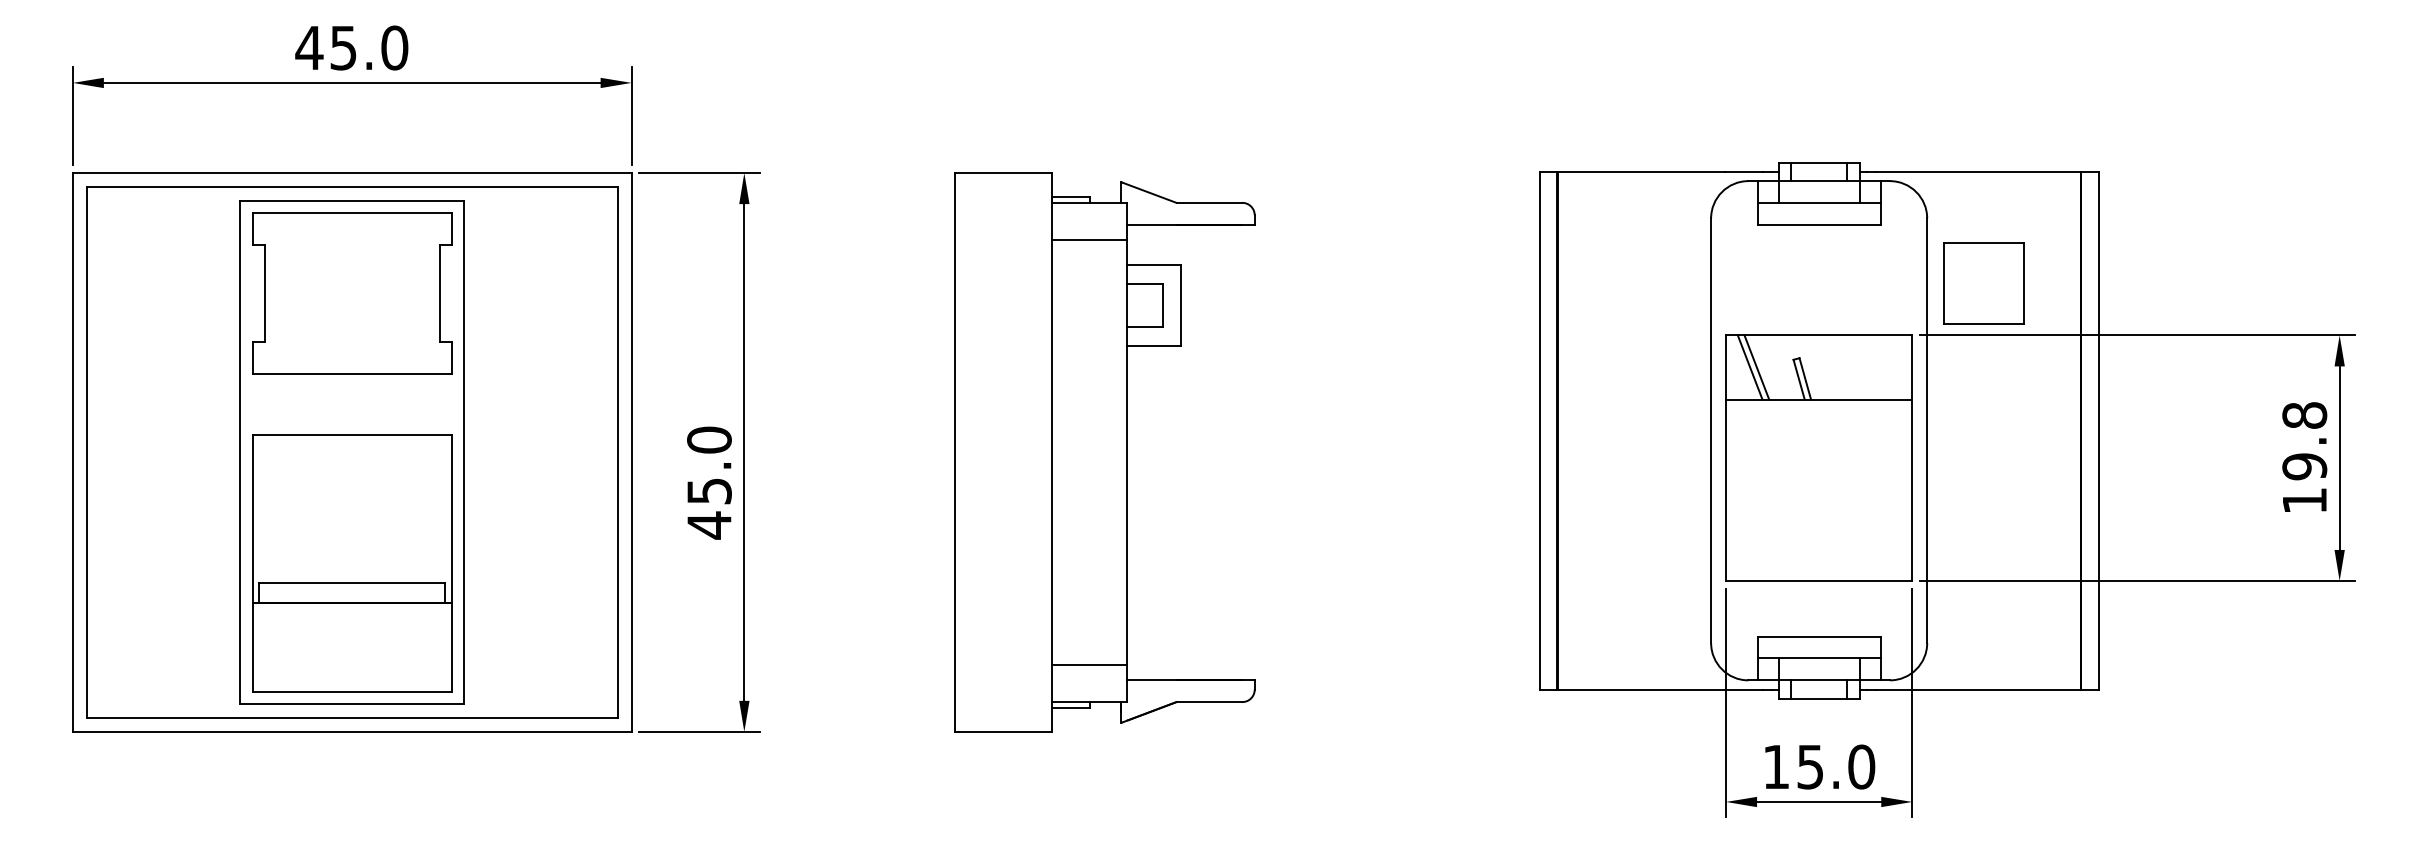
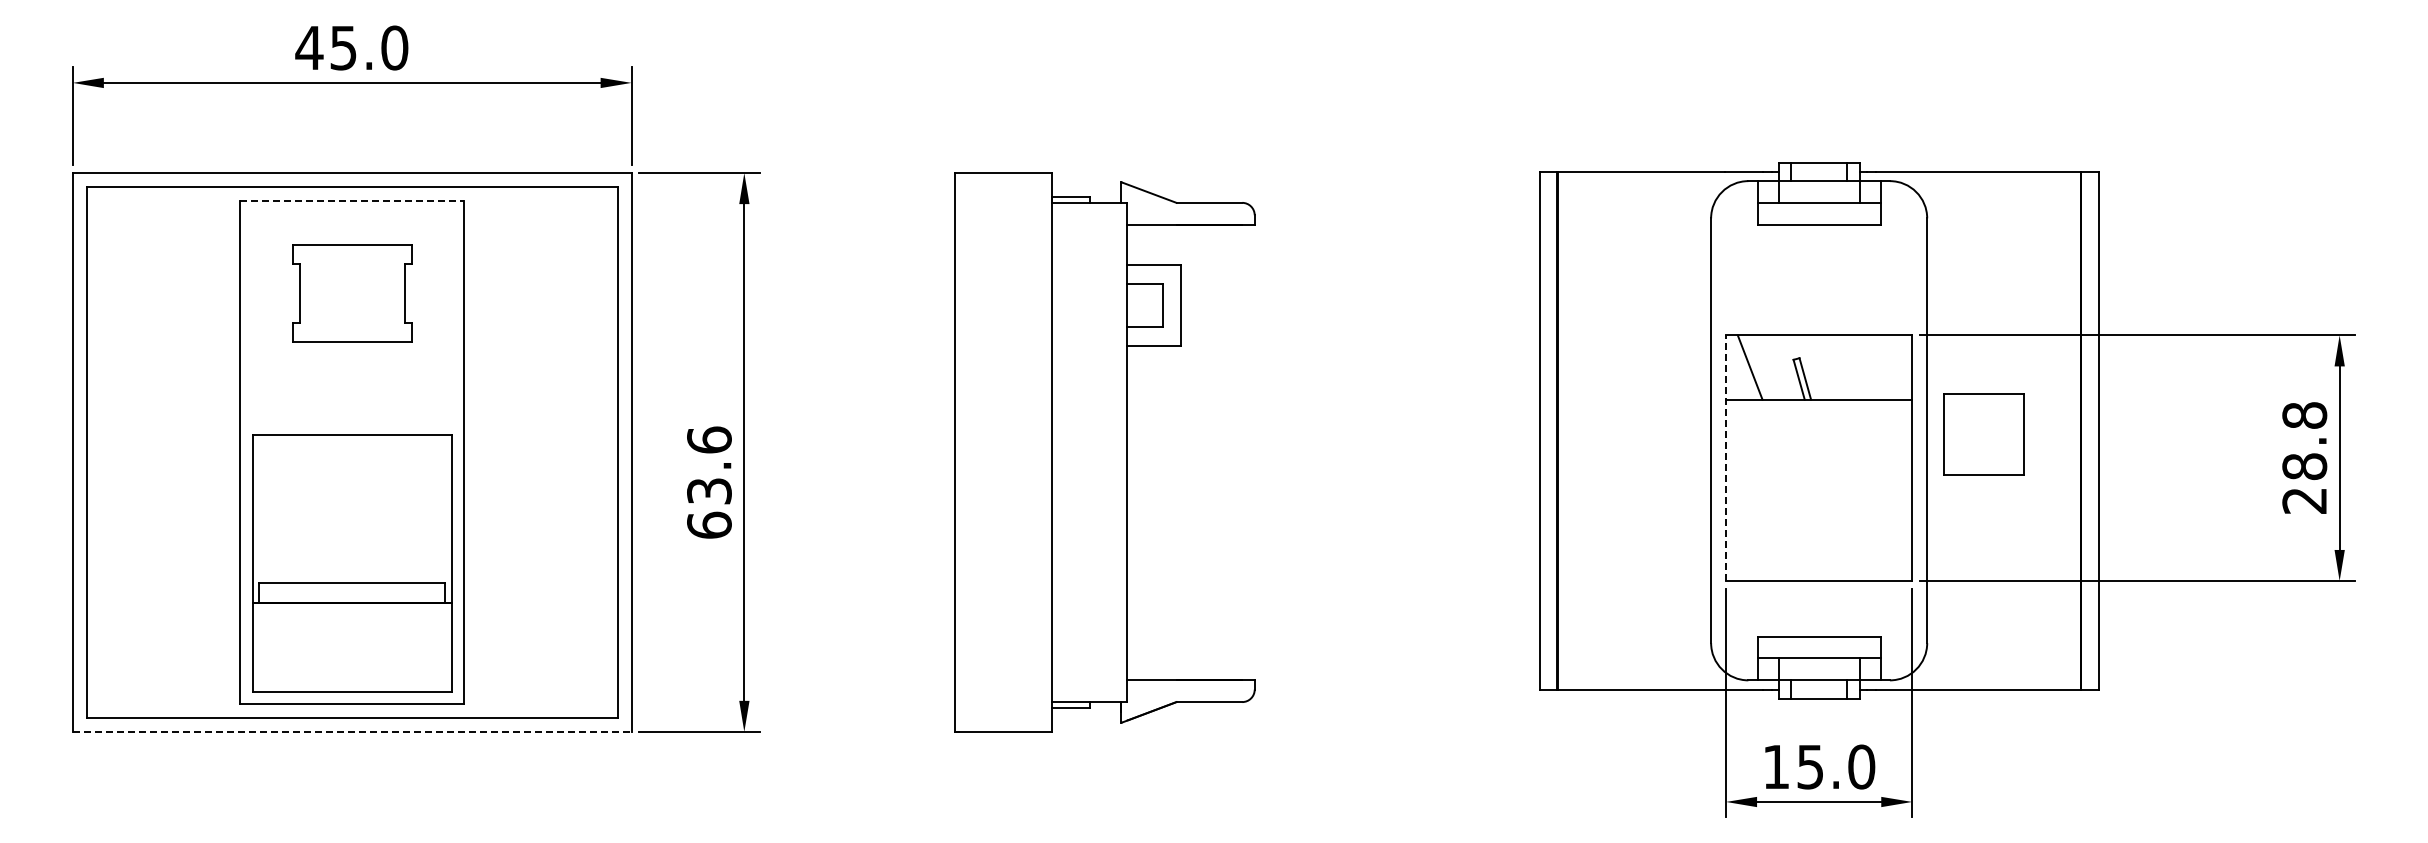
line at (352, 201): solid -> dashed
line at (1089, 240): present -> none
part at (1983, 283) position: (1983, 283) -> (1983, 434)
part at (352, 293) size: 201x163 px -> 121x99 px
line at (1756, 367): present -> none
line at (1726, 458): solid -> dashed
text at (709, 482): 45.0 -> 63.6
text at (2304, 483): 19.8 -> 28.8
line at (1089, 664): present -> none
line at (352, 731): solid -> dashed
